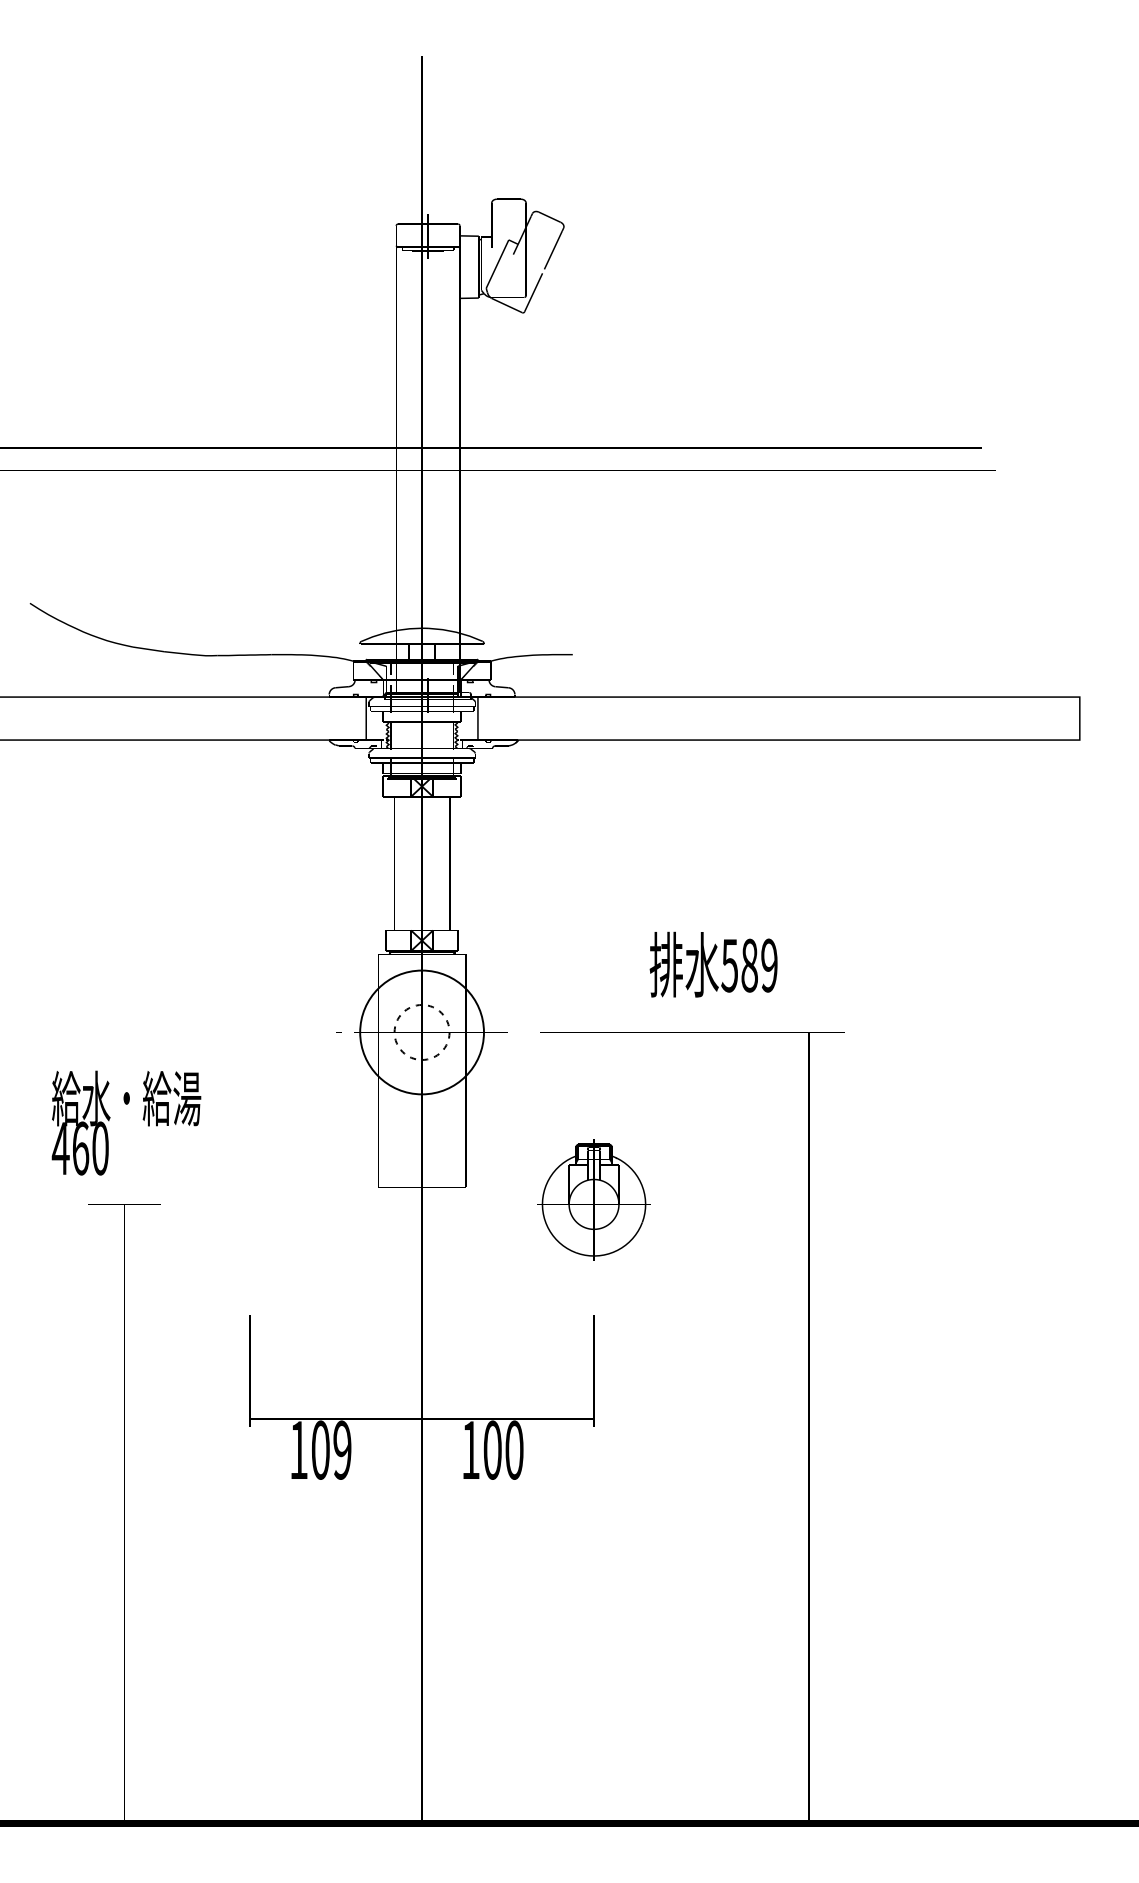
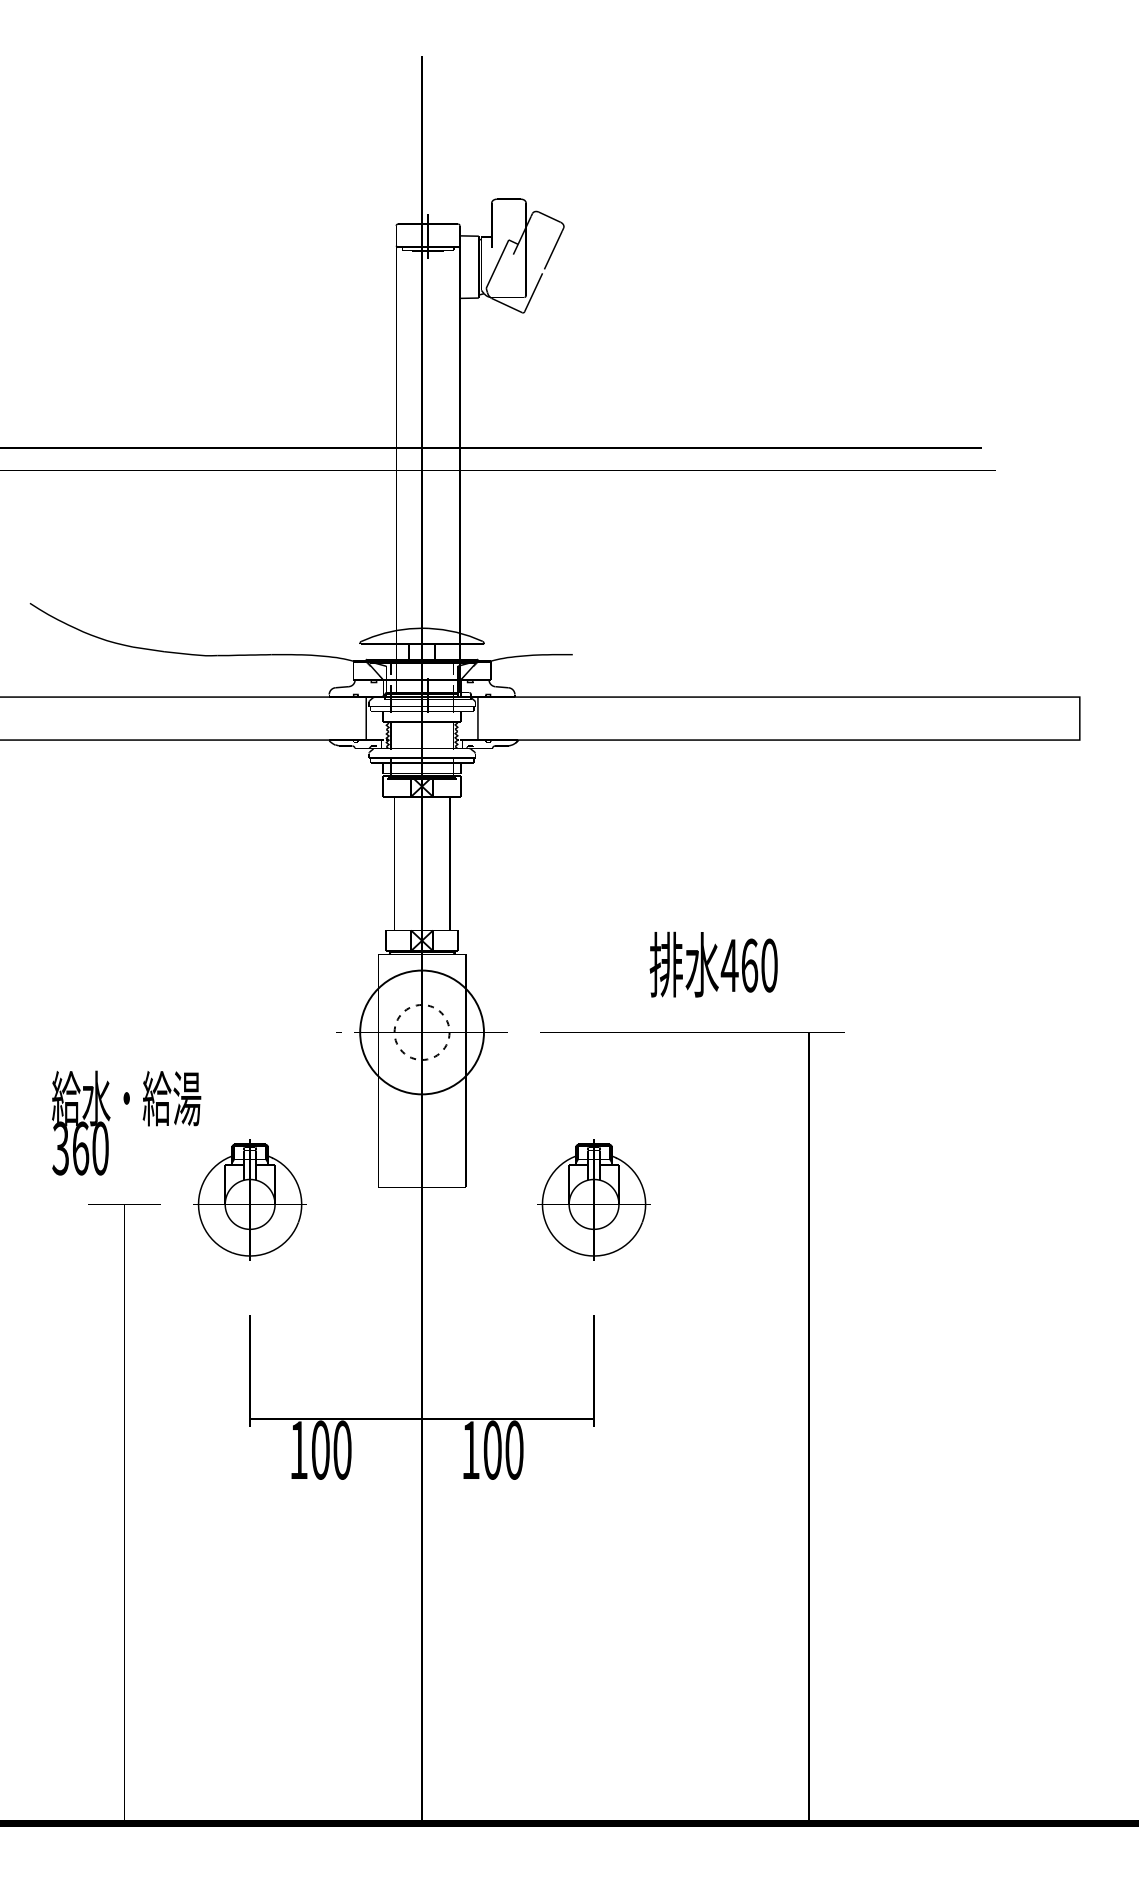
text at (748, 965): 589 -> 460
text at (60, 1148): 460 -> 360
part at (249, 1199): none -> present
text at (342, 1449): 109 -> 100
